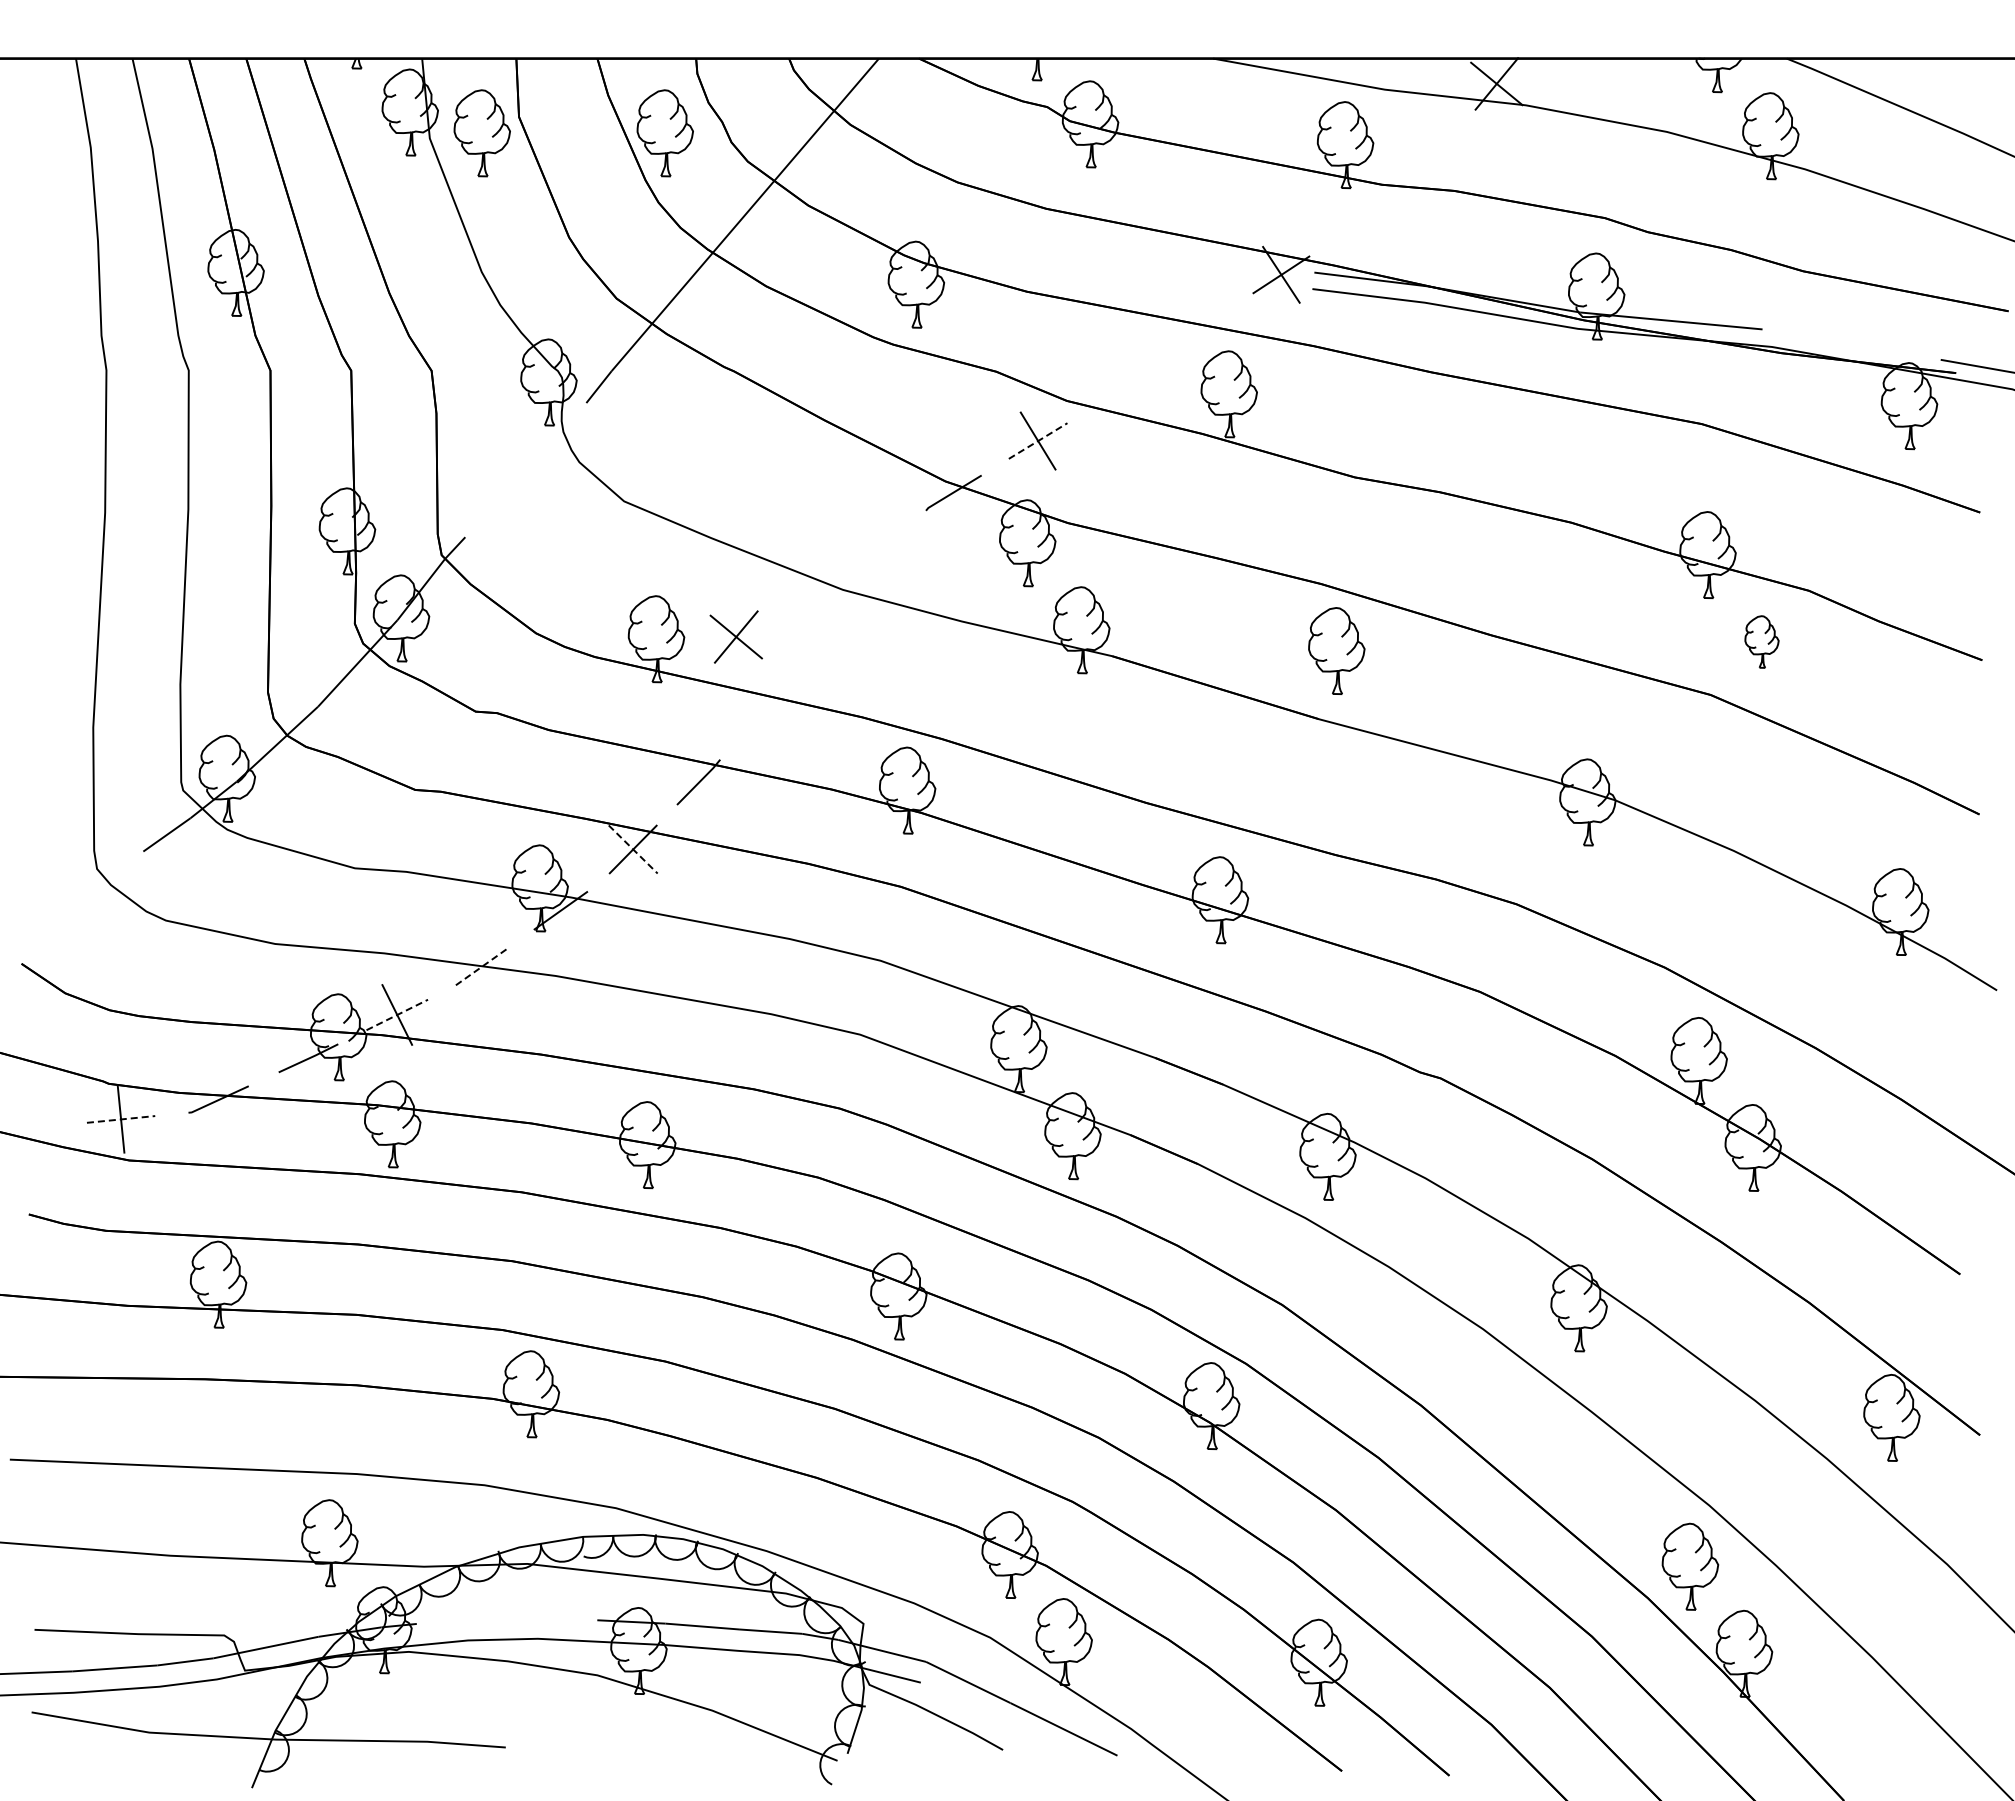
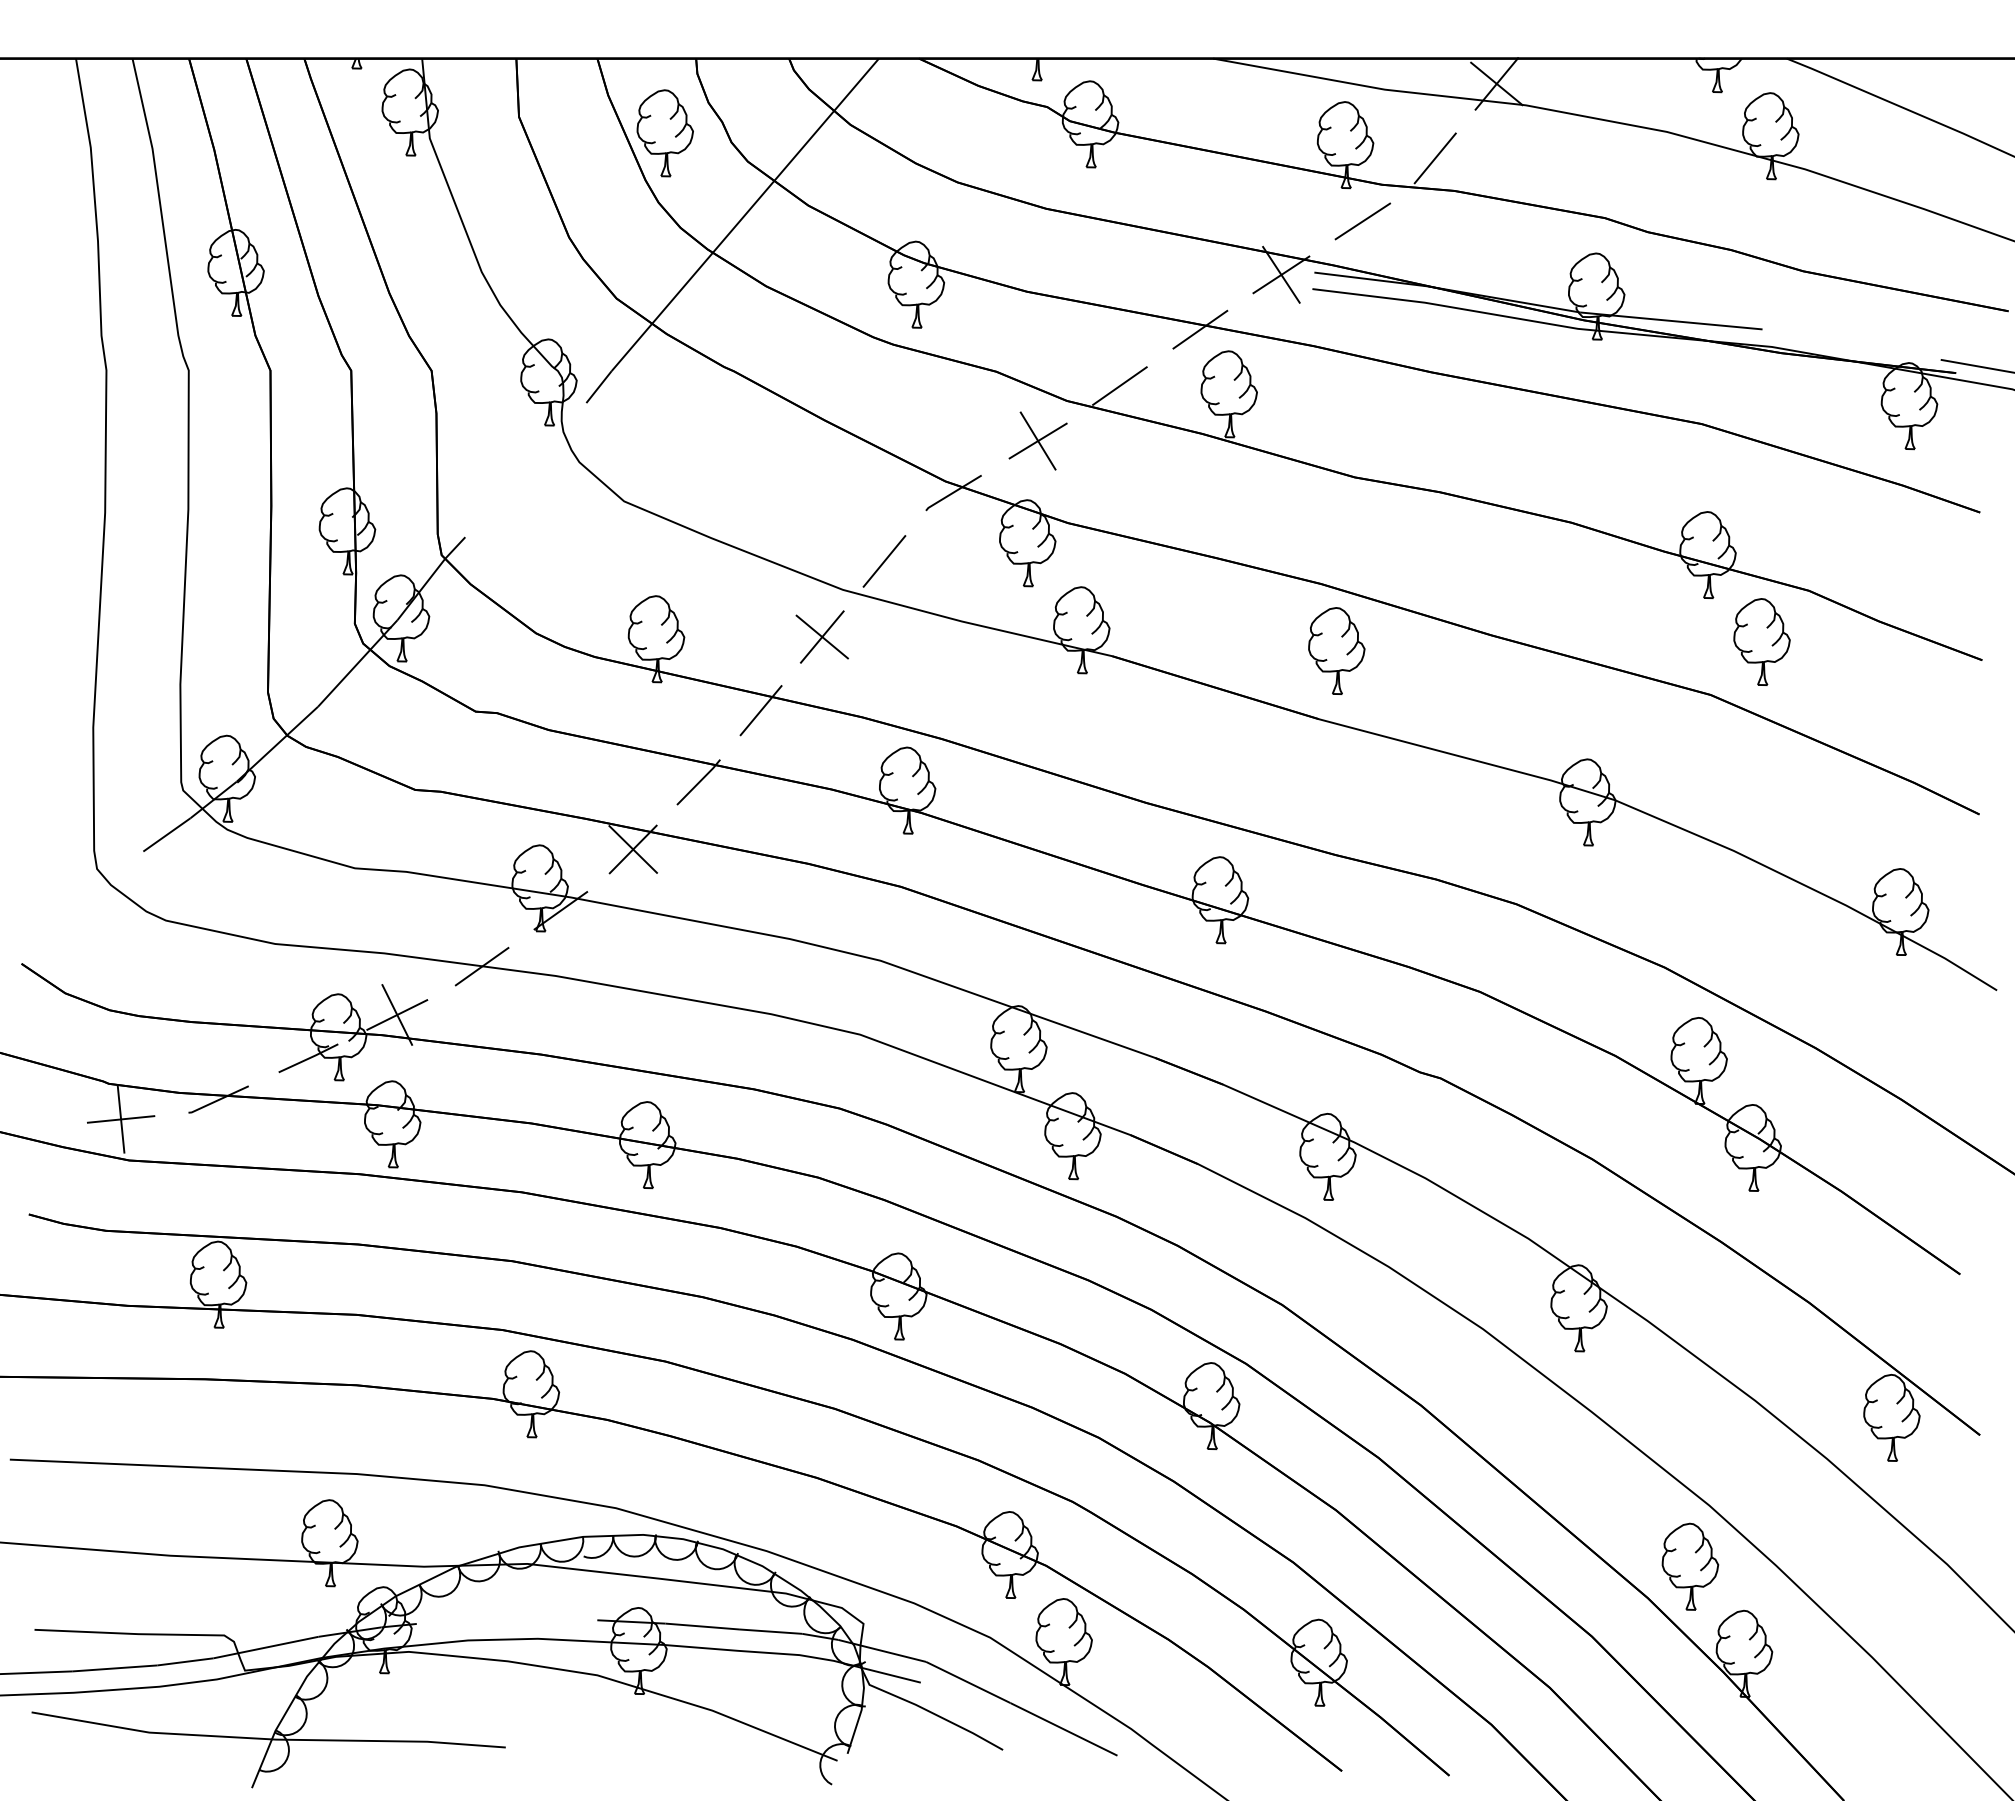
part at (481, 133): present -> none
line at (1434, 158): none -> present
line at (1362, 221): none -> present
line at (1200, 329): none -> present
line at (1119, 385): none -> present
line at (1038, 441): dashed -> solid
line at (884, 561): none -> present
part at (735, 636) position: (735, 636) -> (821, 636)
part at (1761, 641) size: 36x54 px -> 58x88 px
line at (760, 710): none -> present
line at (633, 849): dashed -> solid
line at (482, 966): dashed -> solid
line at (397, 1014): dashed -> solid
line at (121, 1119): dashed -> solid
